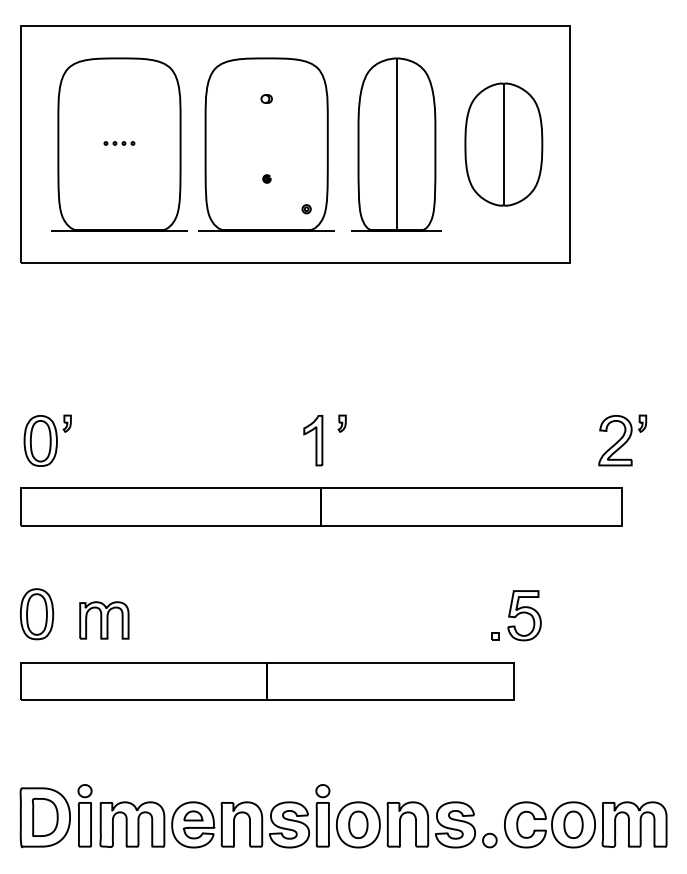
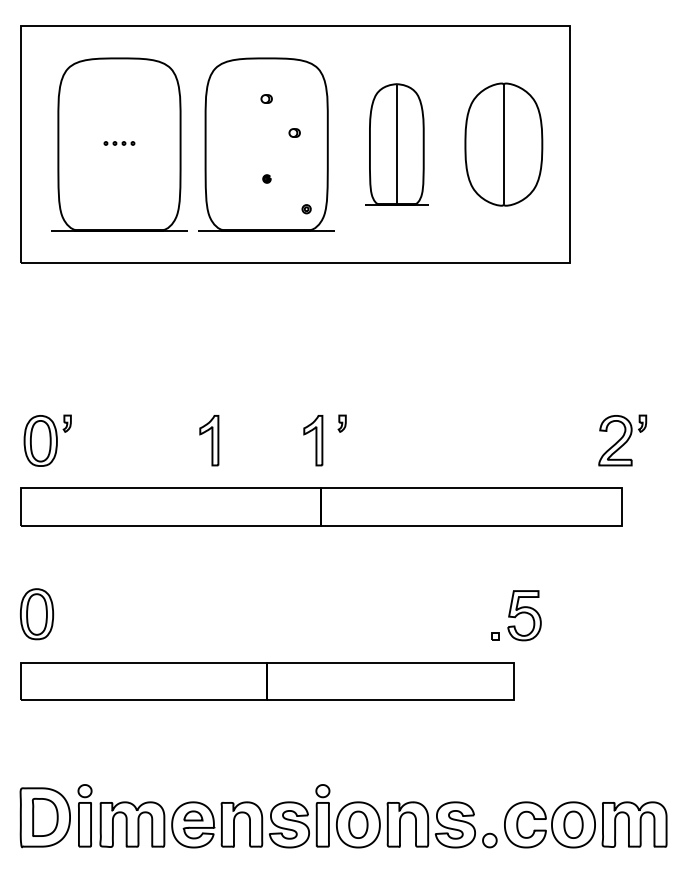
part at (294, 132): none -> present
part at (396, 144) size: 91x175 px -> 64x123 px
part at (209, 440): none -> present
part at (104, 620): present -> none
